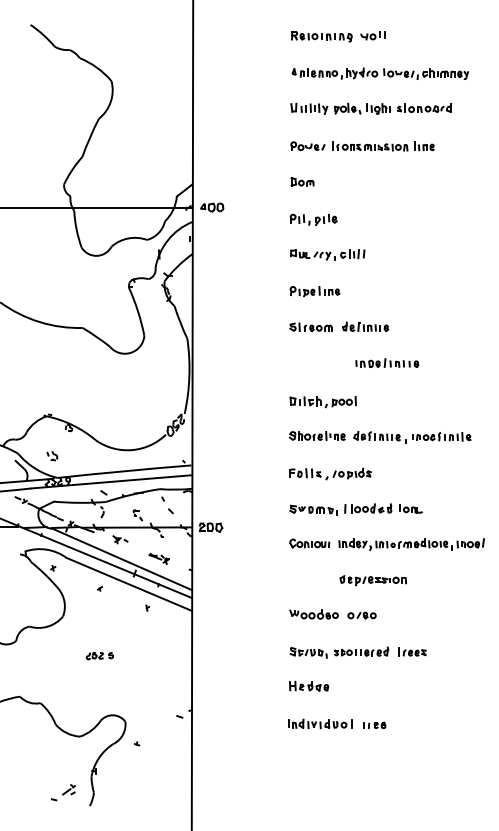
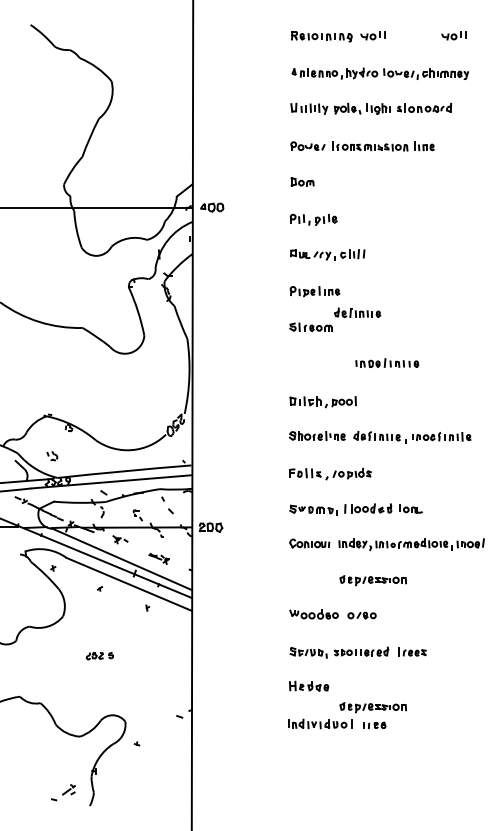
part at (453, 35): none -> present
part at (365, 326) position: (365, 326) -> (357, 312)
part at (372, 707): none -> present
